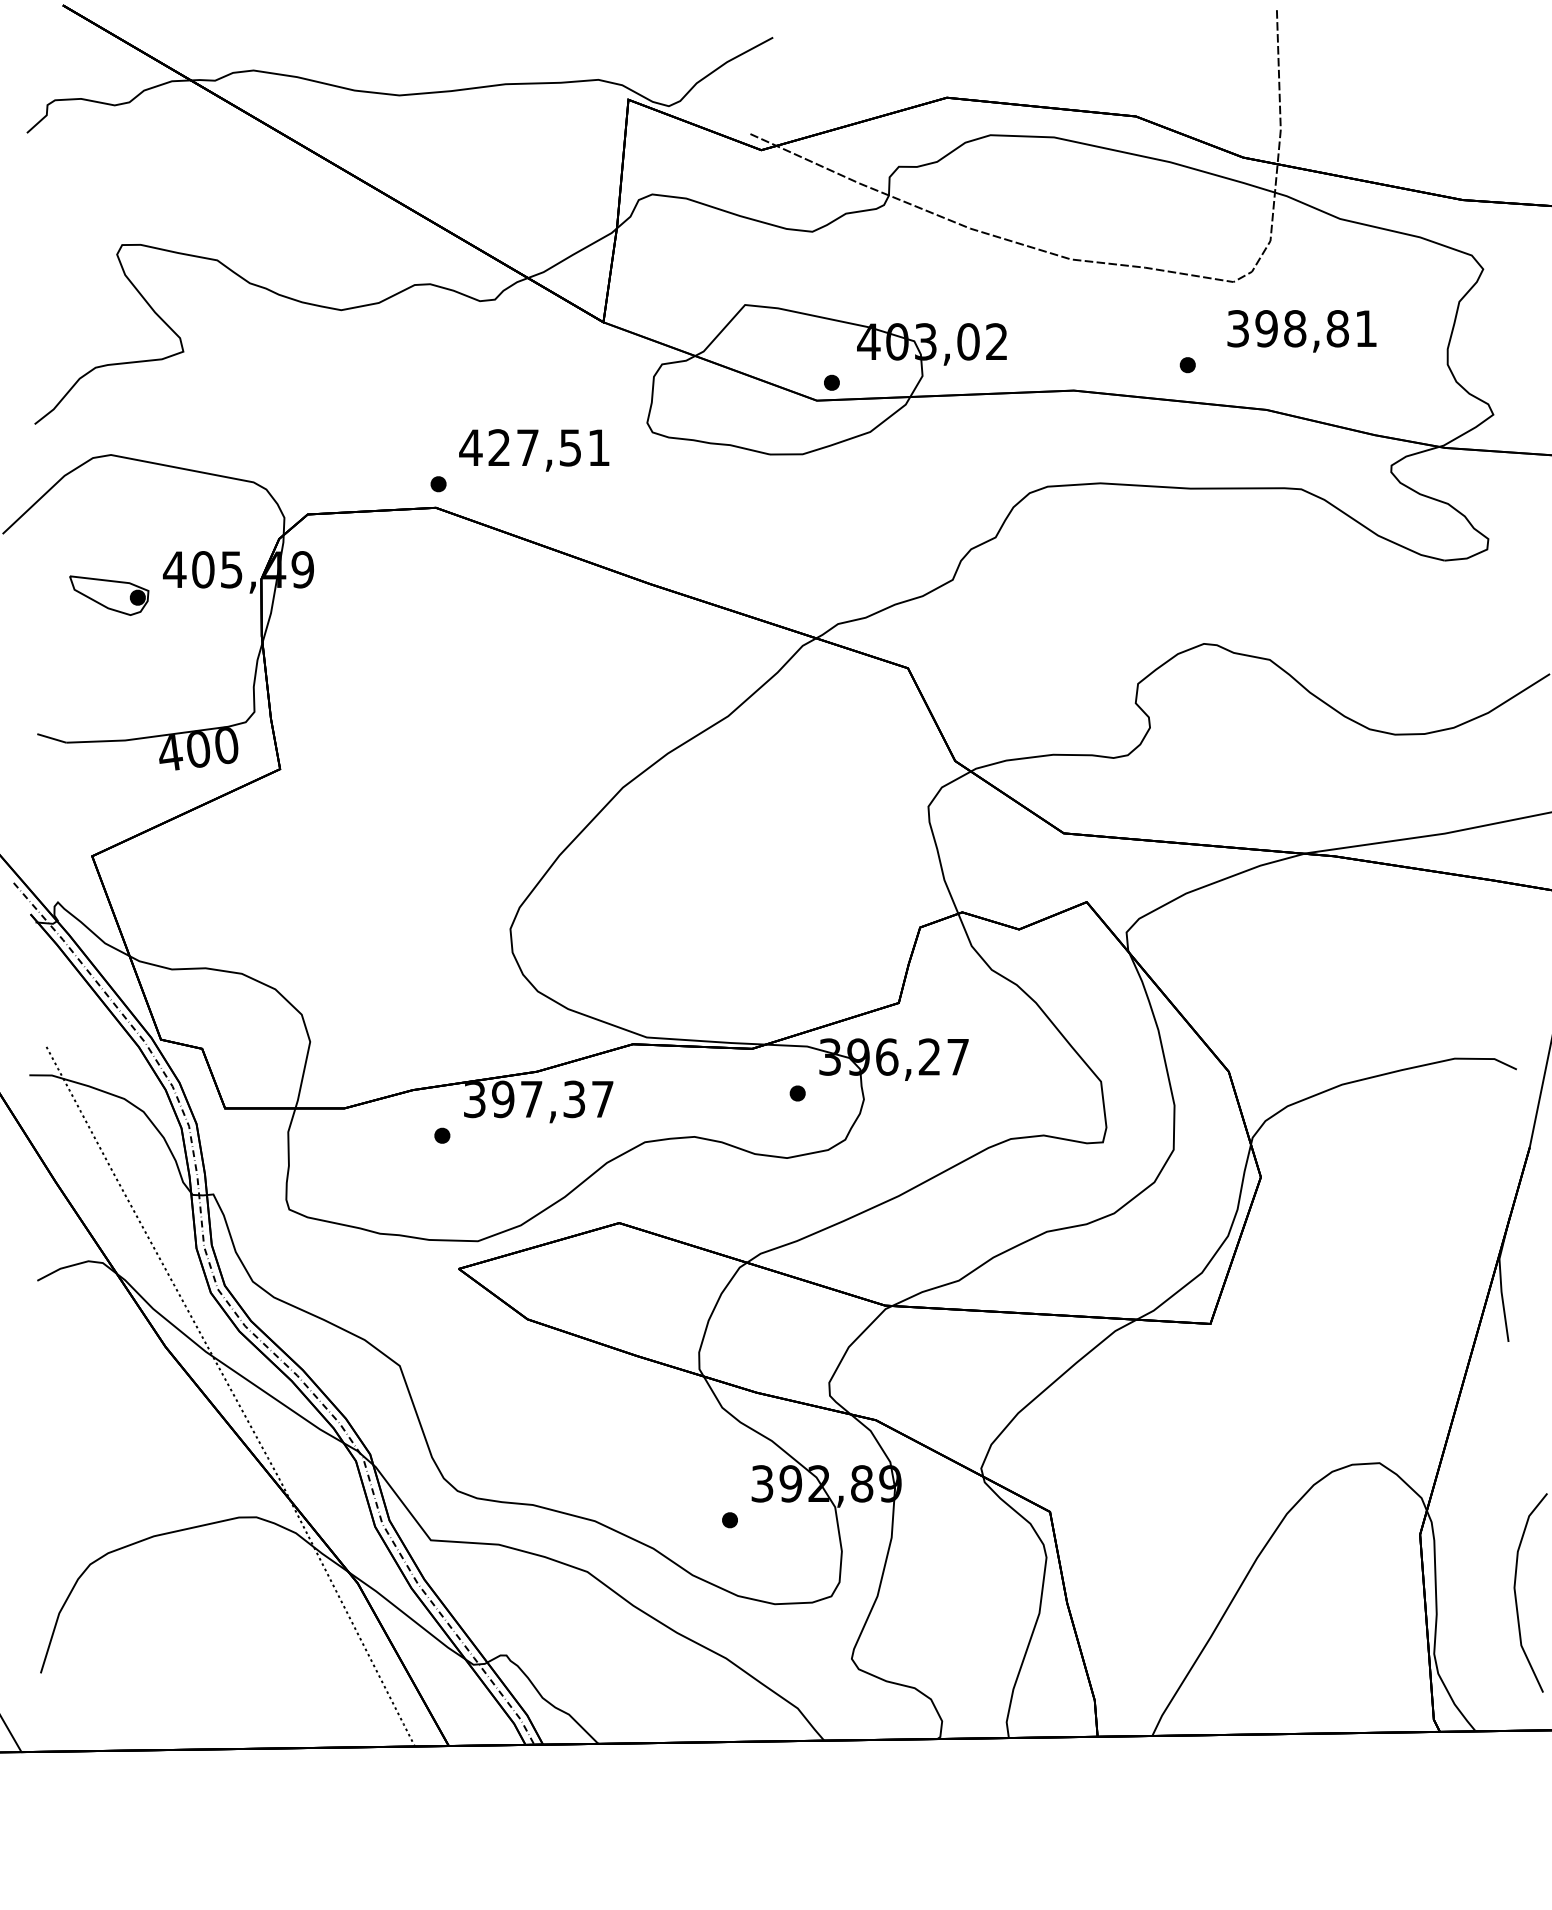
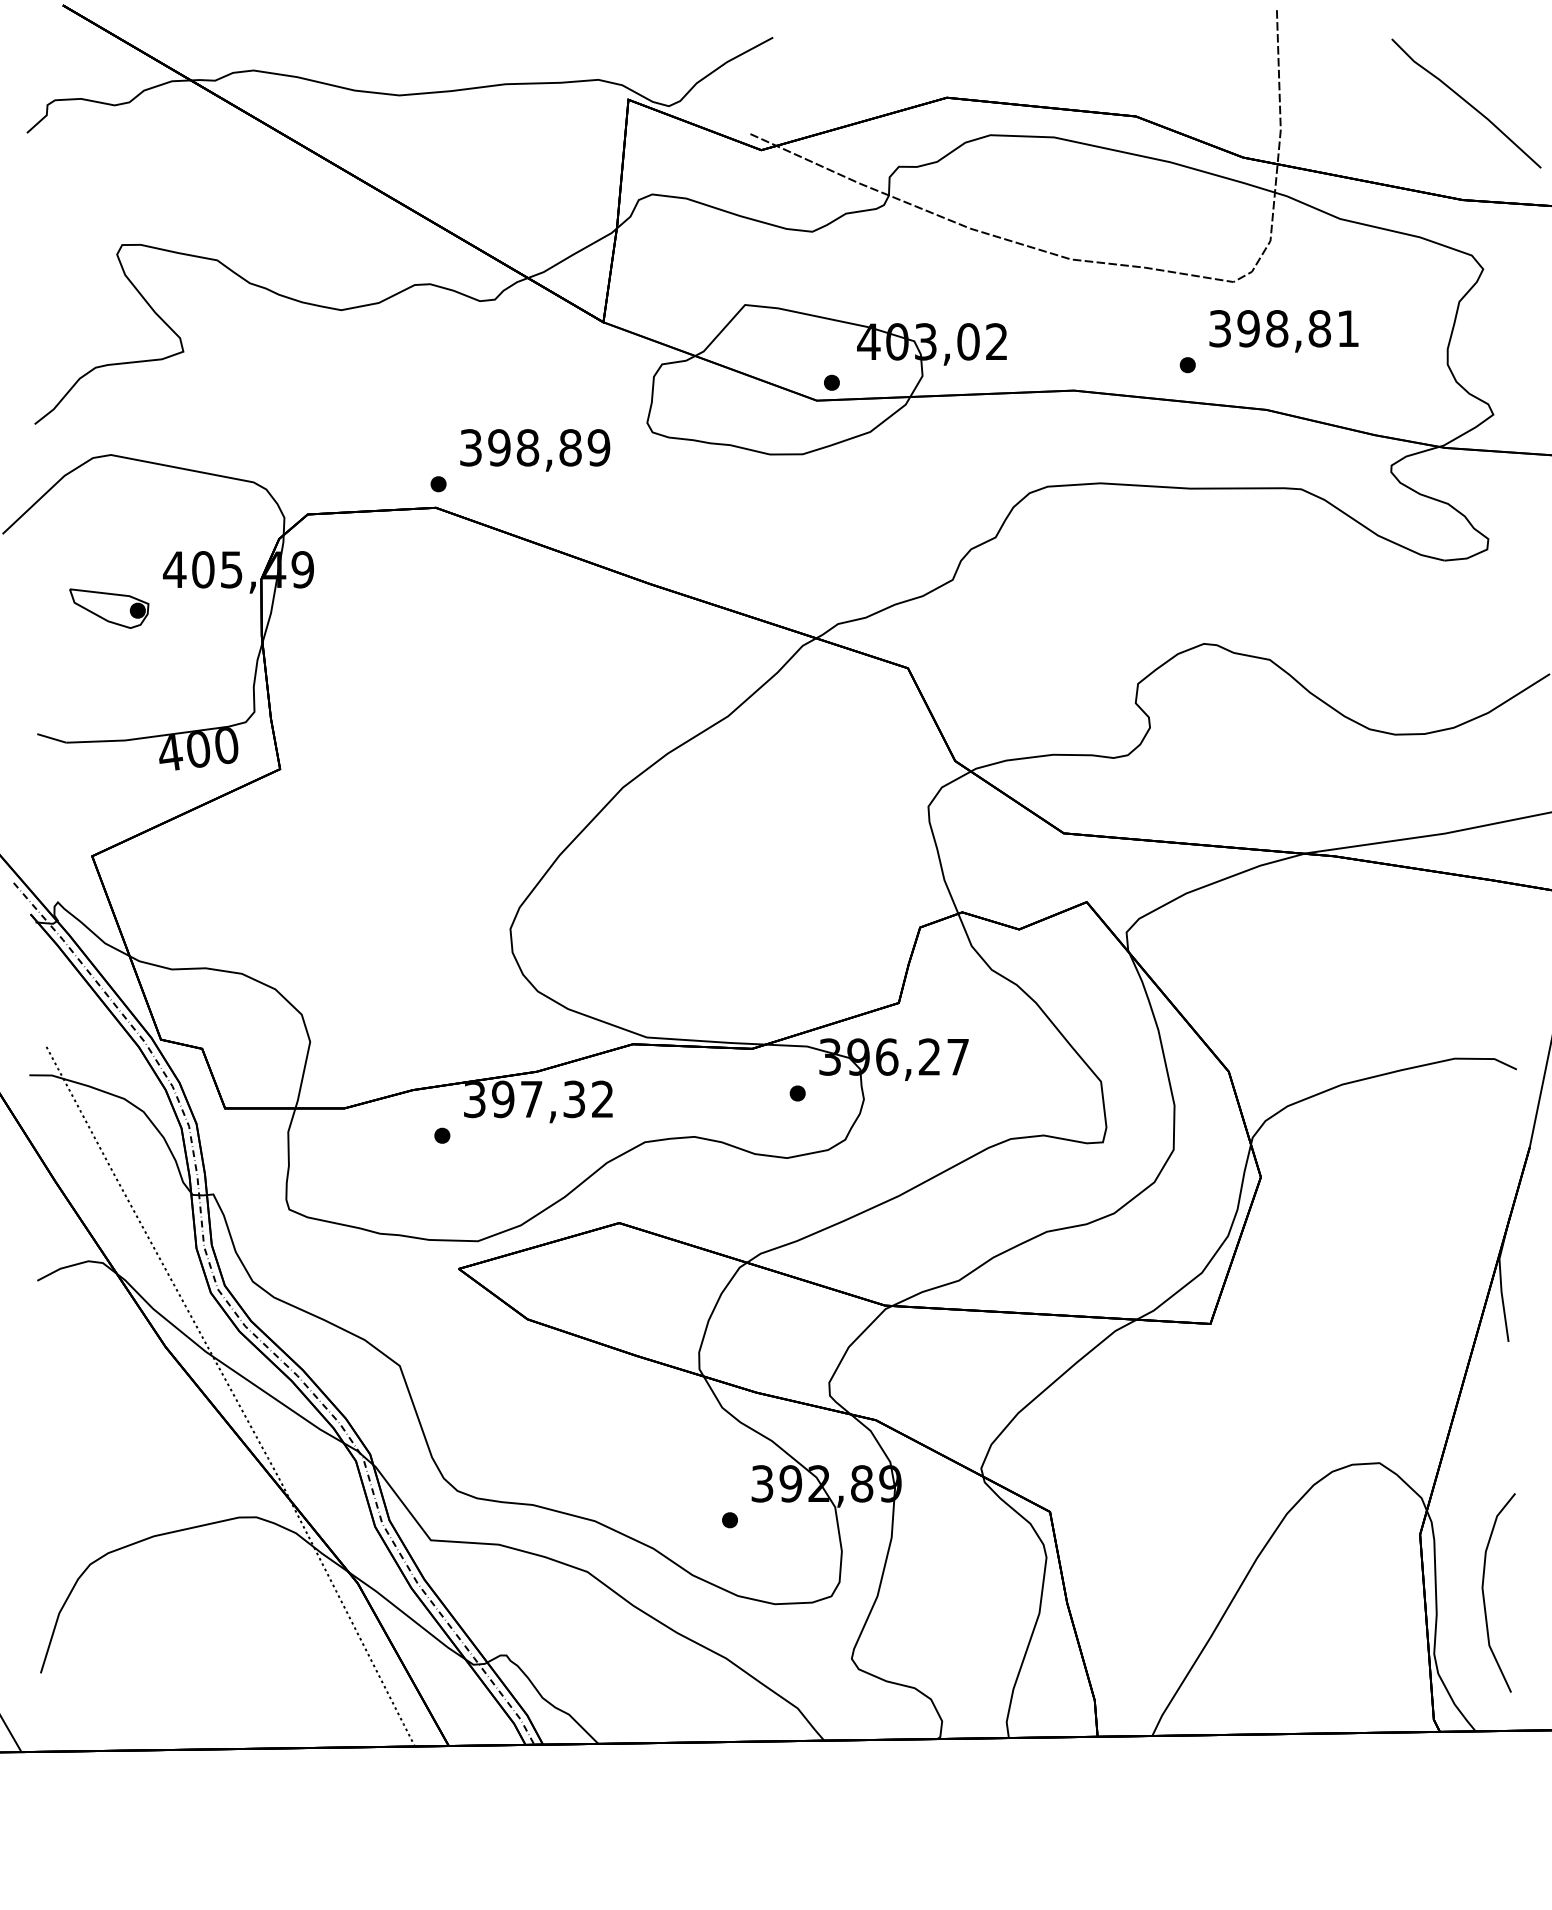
line at (1466, 103): none -> present
text at (1301, 331) position: (1301, 331) -> (1283, 331)
text at (534, 447): 427,51 -> 398,89
part at (109, 595) position: (109, 595) -> (109, 608)
text at (602, 1098): 397,37 -> 397,32
curve at (1516, 1593) position: (1516, 1593) -> (1484, 1593)
